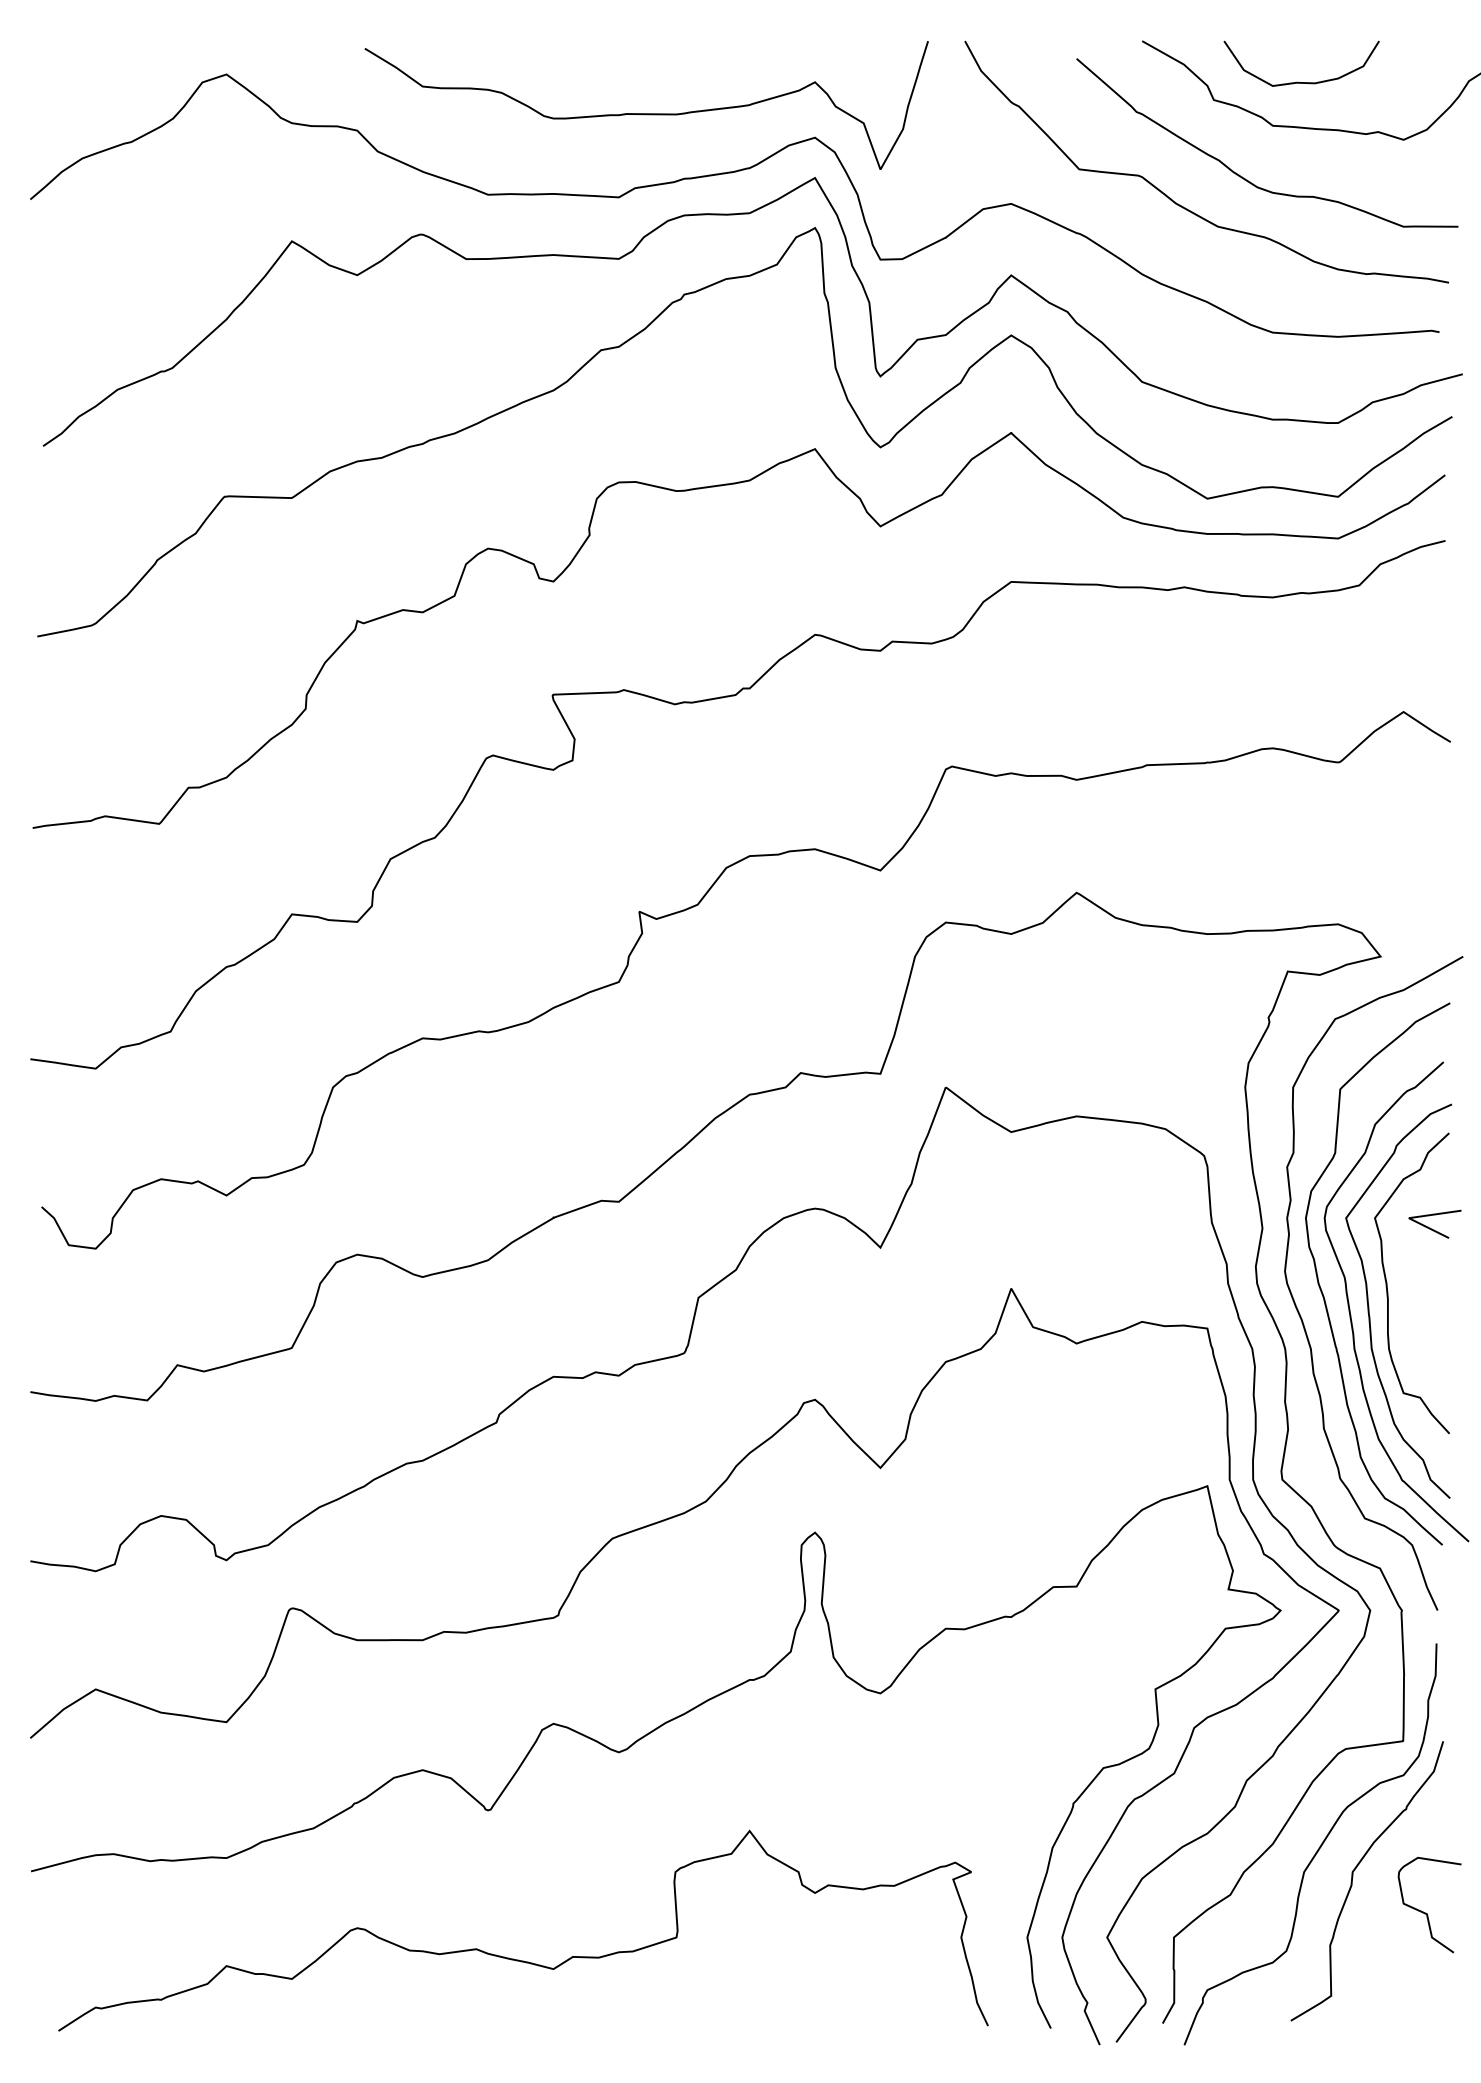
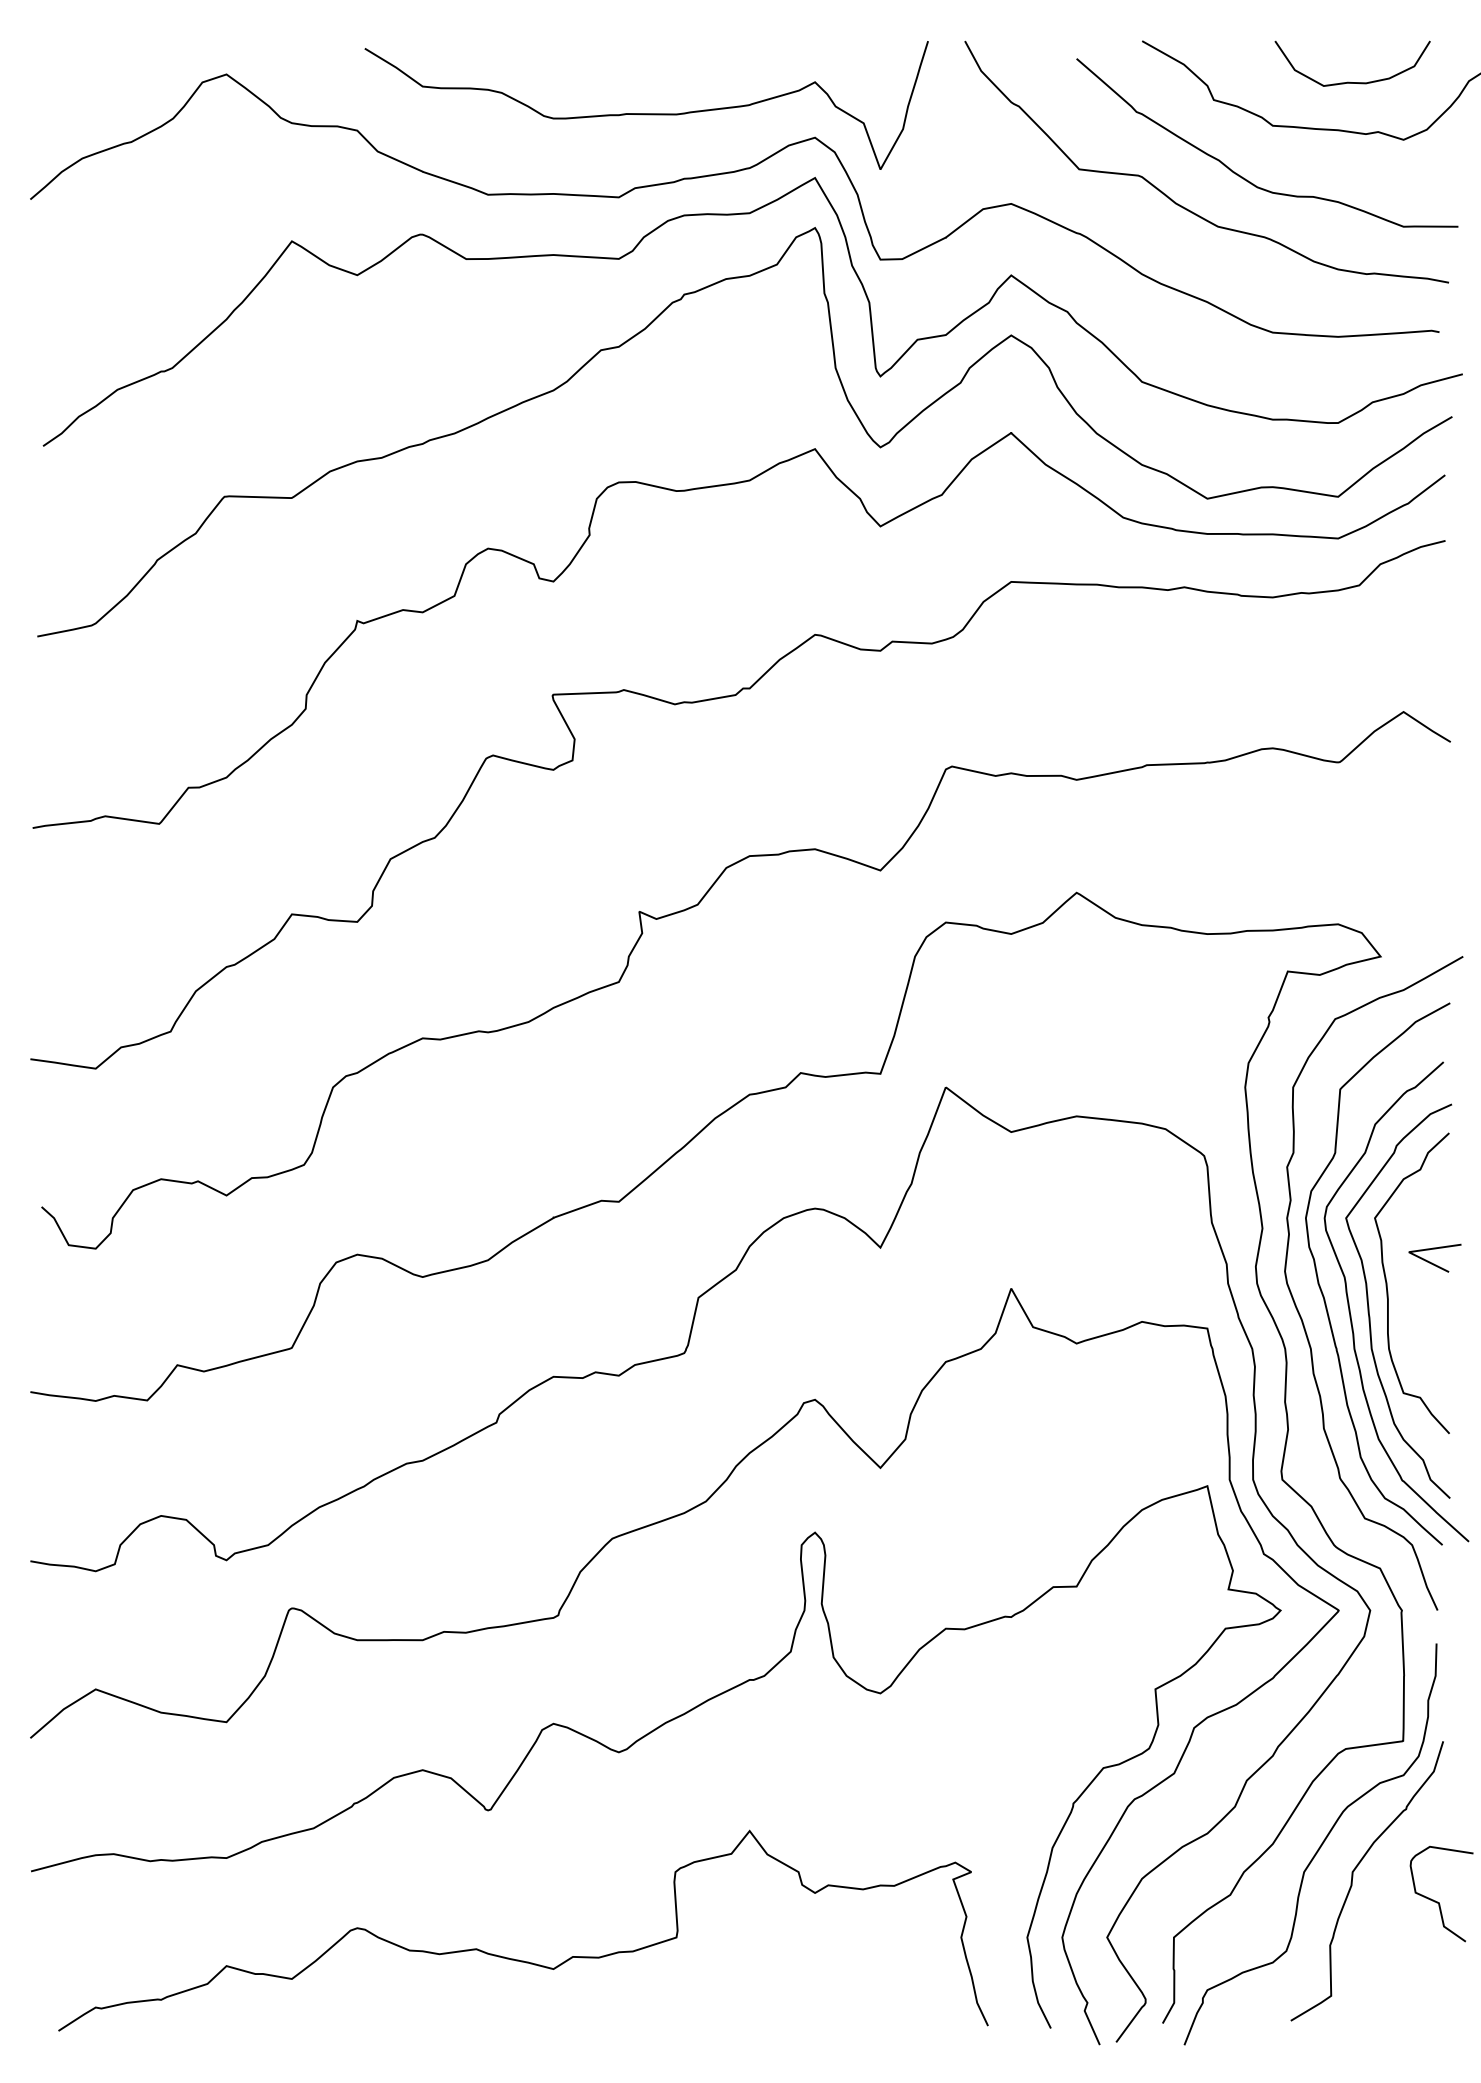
curve at (1298, 81) position: (1298, 81) -> (1349, 81)
line at (1432, 1228) position: (1432, 1228) -> (1432, 1262)
curve at (1425, 1912) position: (1425, 1912) -> (1437, 1901)
